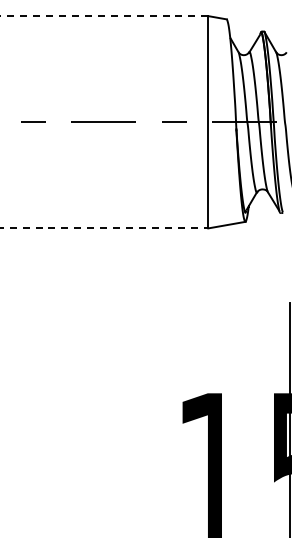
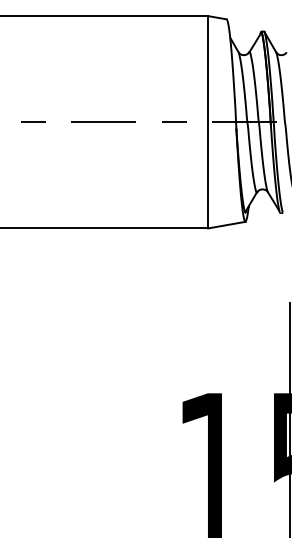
line at (104, 16): dashed -> solid
line at (104, 228): dashed -> solid
